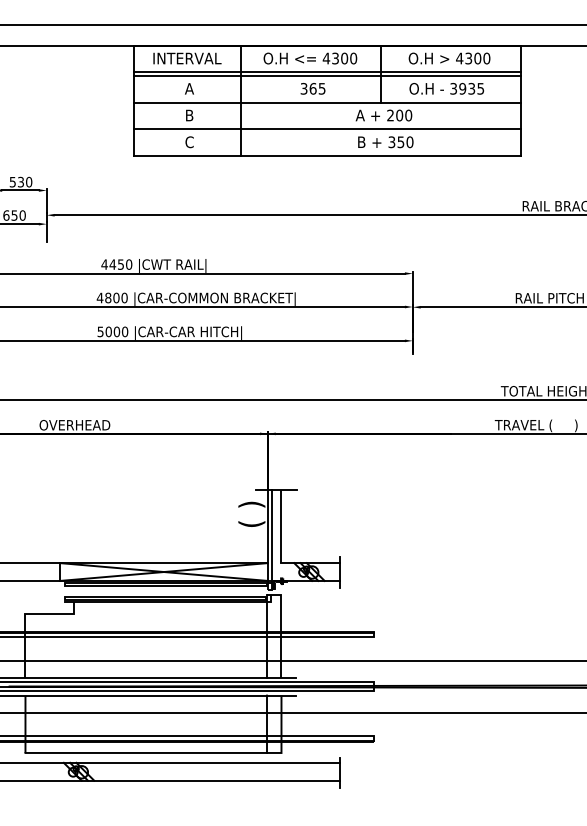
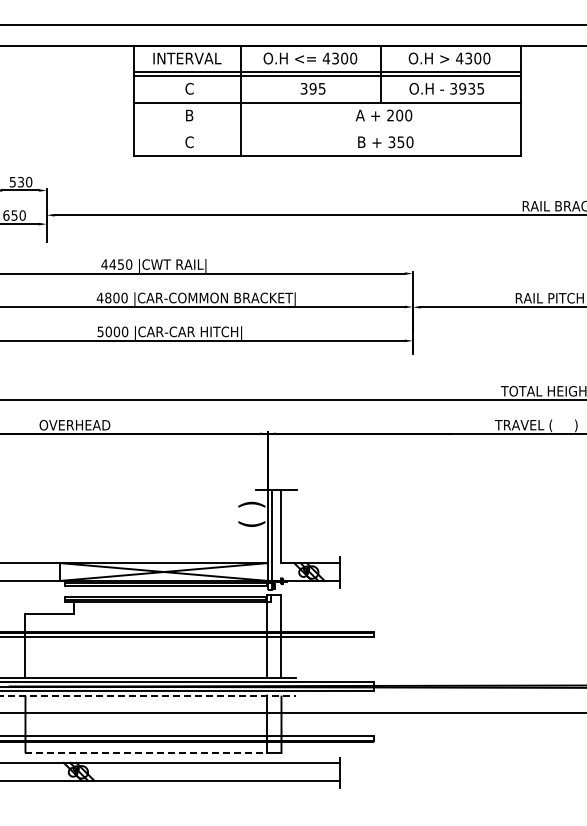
text at (189, 88): A -> C
text at (312, 88): 365 -> 395
line at (327, 129): present -> none
line at (292, 660): present -> none
line at (148, 695): solid -> dashed
line at (146, 752): solid -> dashed
